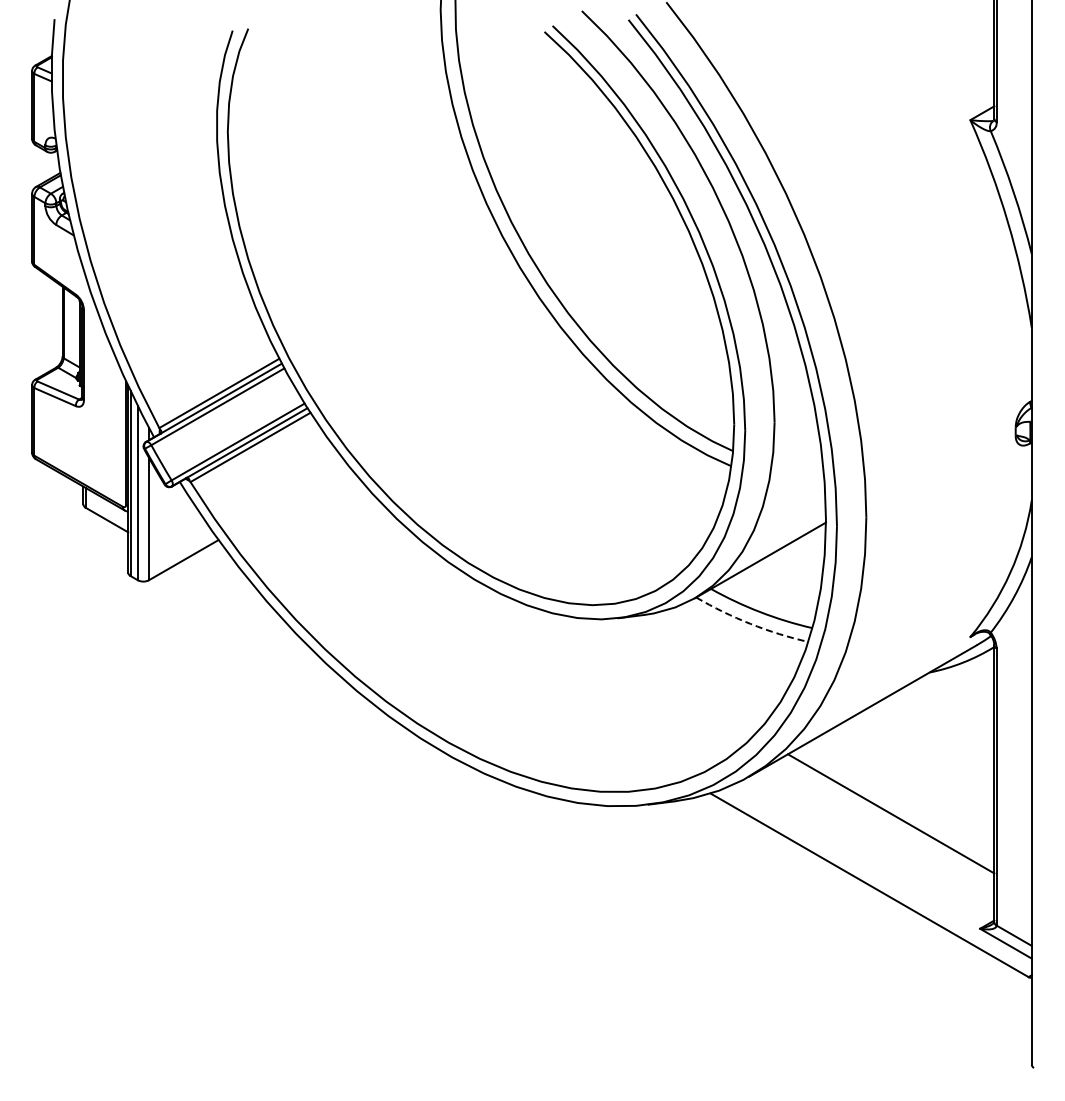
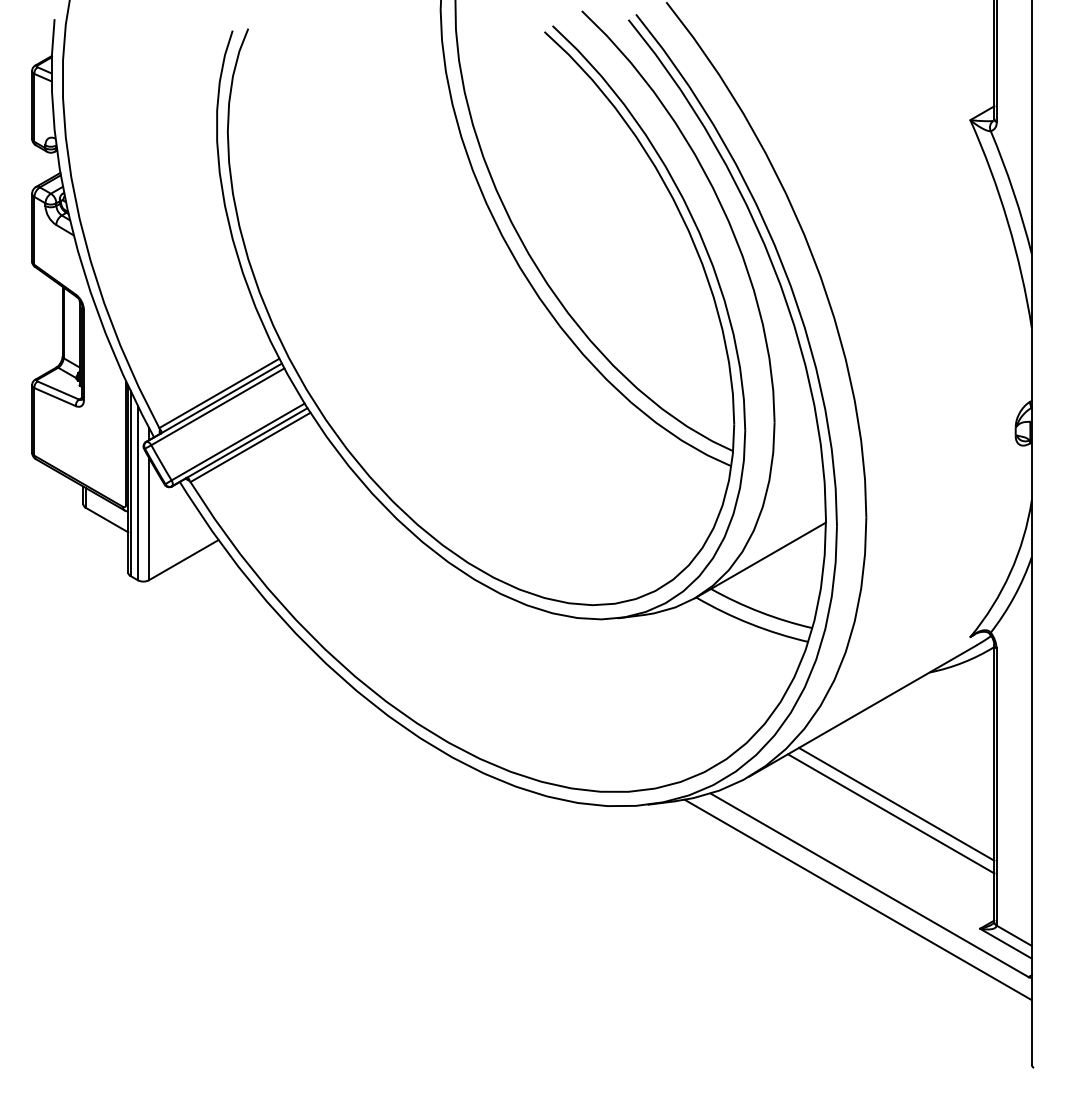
arc at (750, 623): dashed -> solid
line at (896, 803): none -> present
line at (857, 899): none -> present
